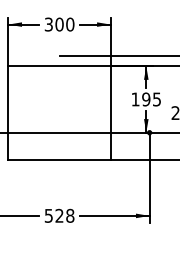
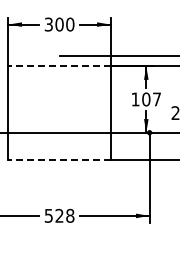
line at (59, 66): solid -> dashed
text at (151, 99): 195 -> 107
line at (59, 160): solid -> dashed
